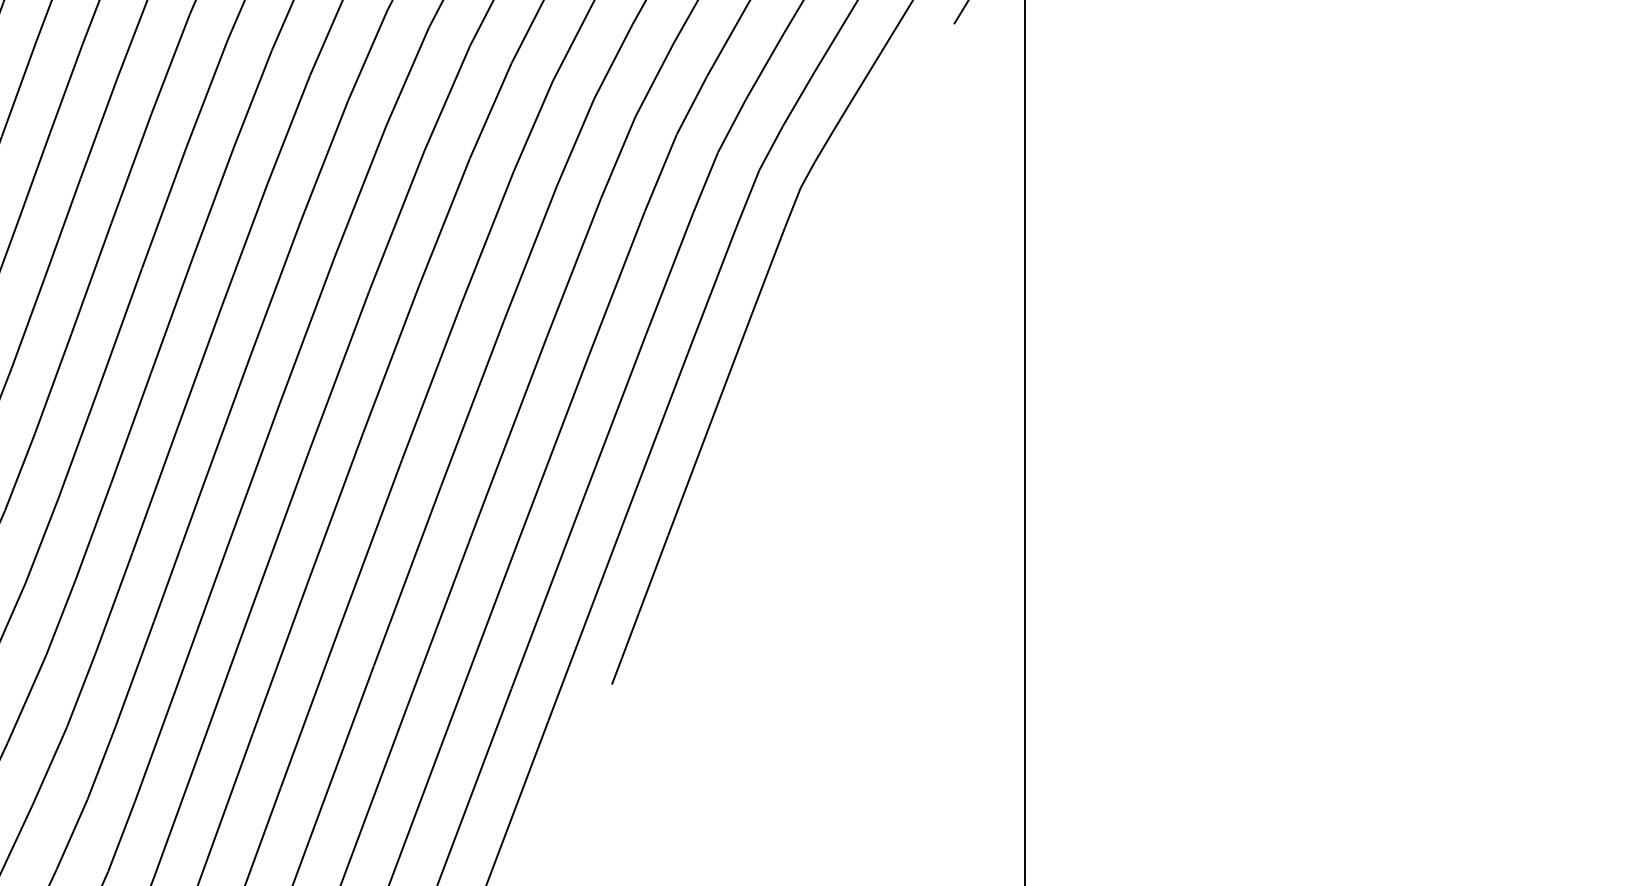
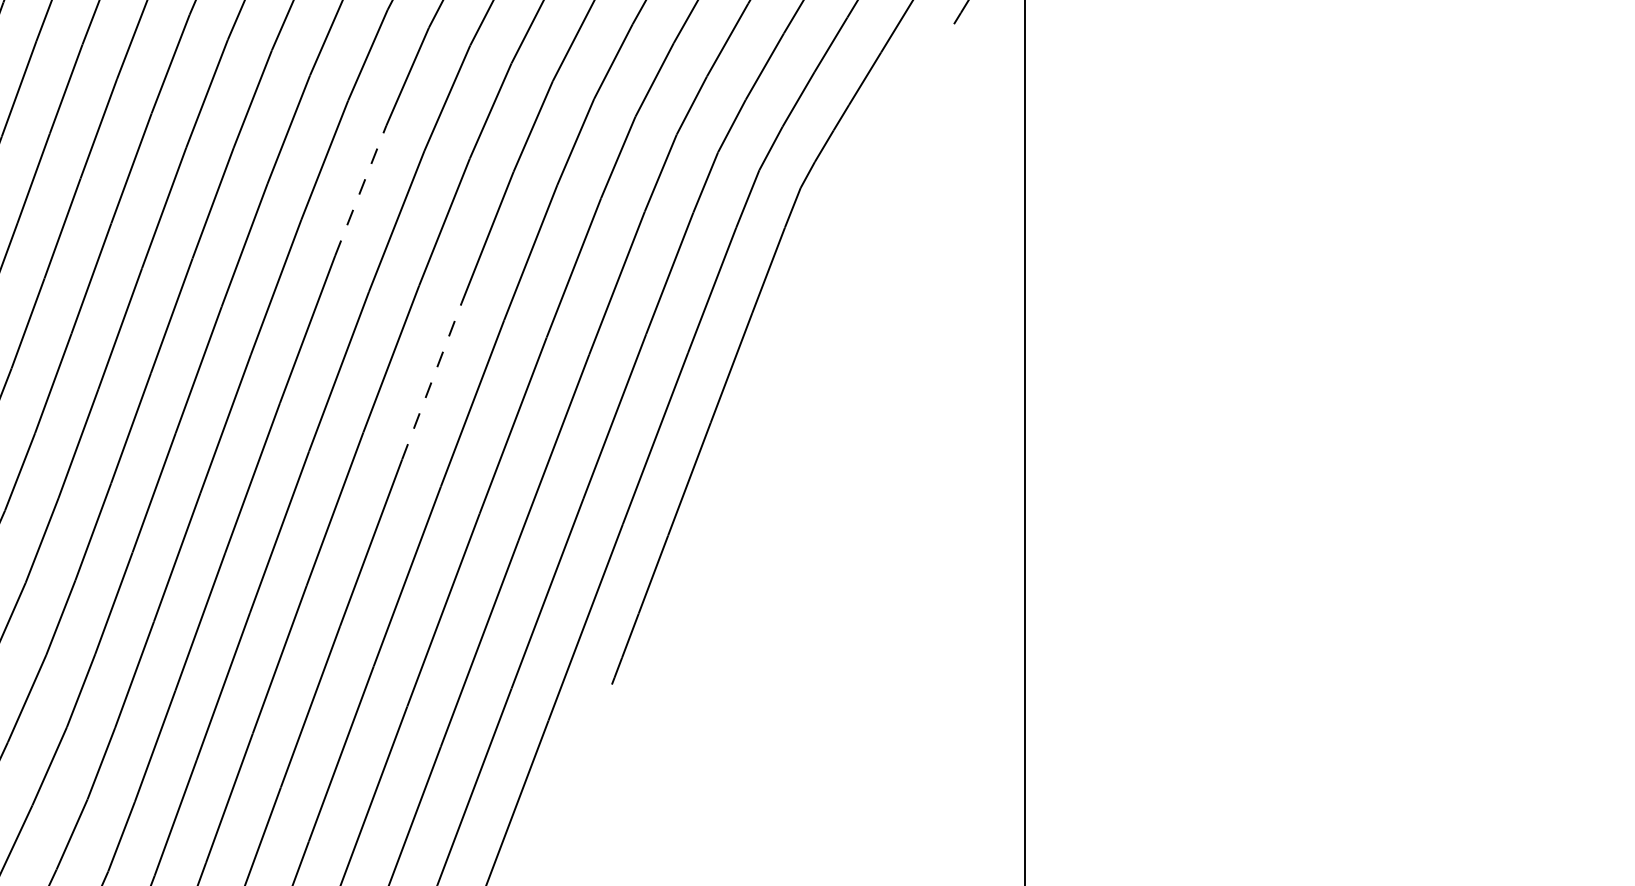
line at (360, 190): solid -> dashed
line at (431, 381): solid -> dashed
